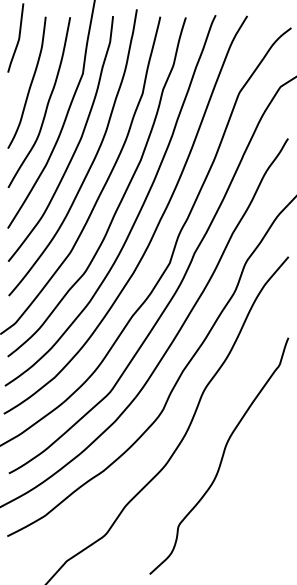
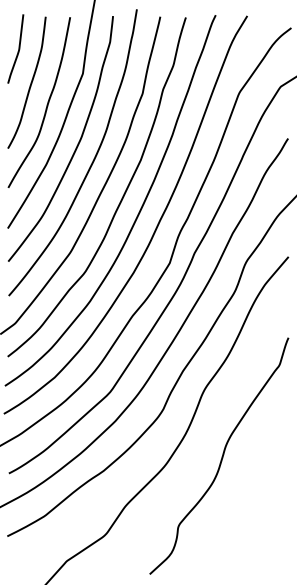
curve at (18, 37) position: (18, 37) -> (18, 48)
